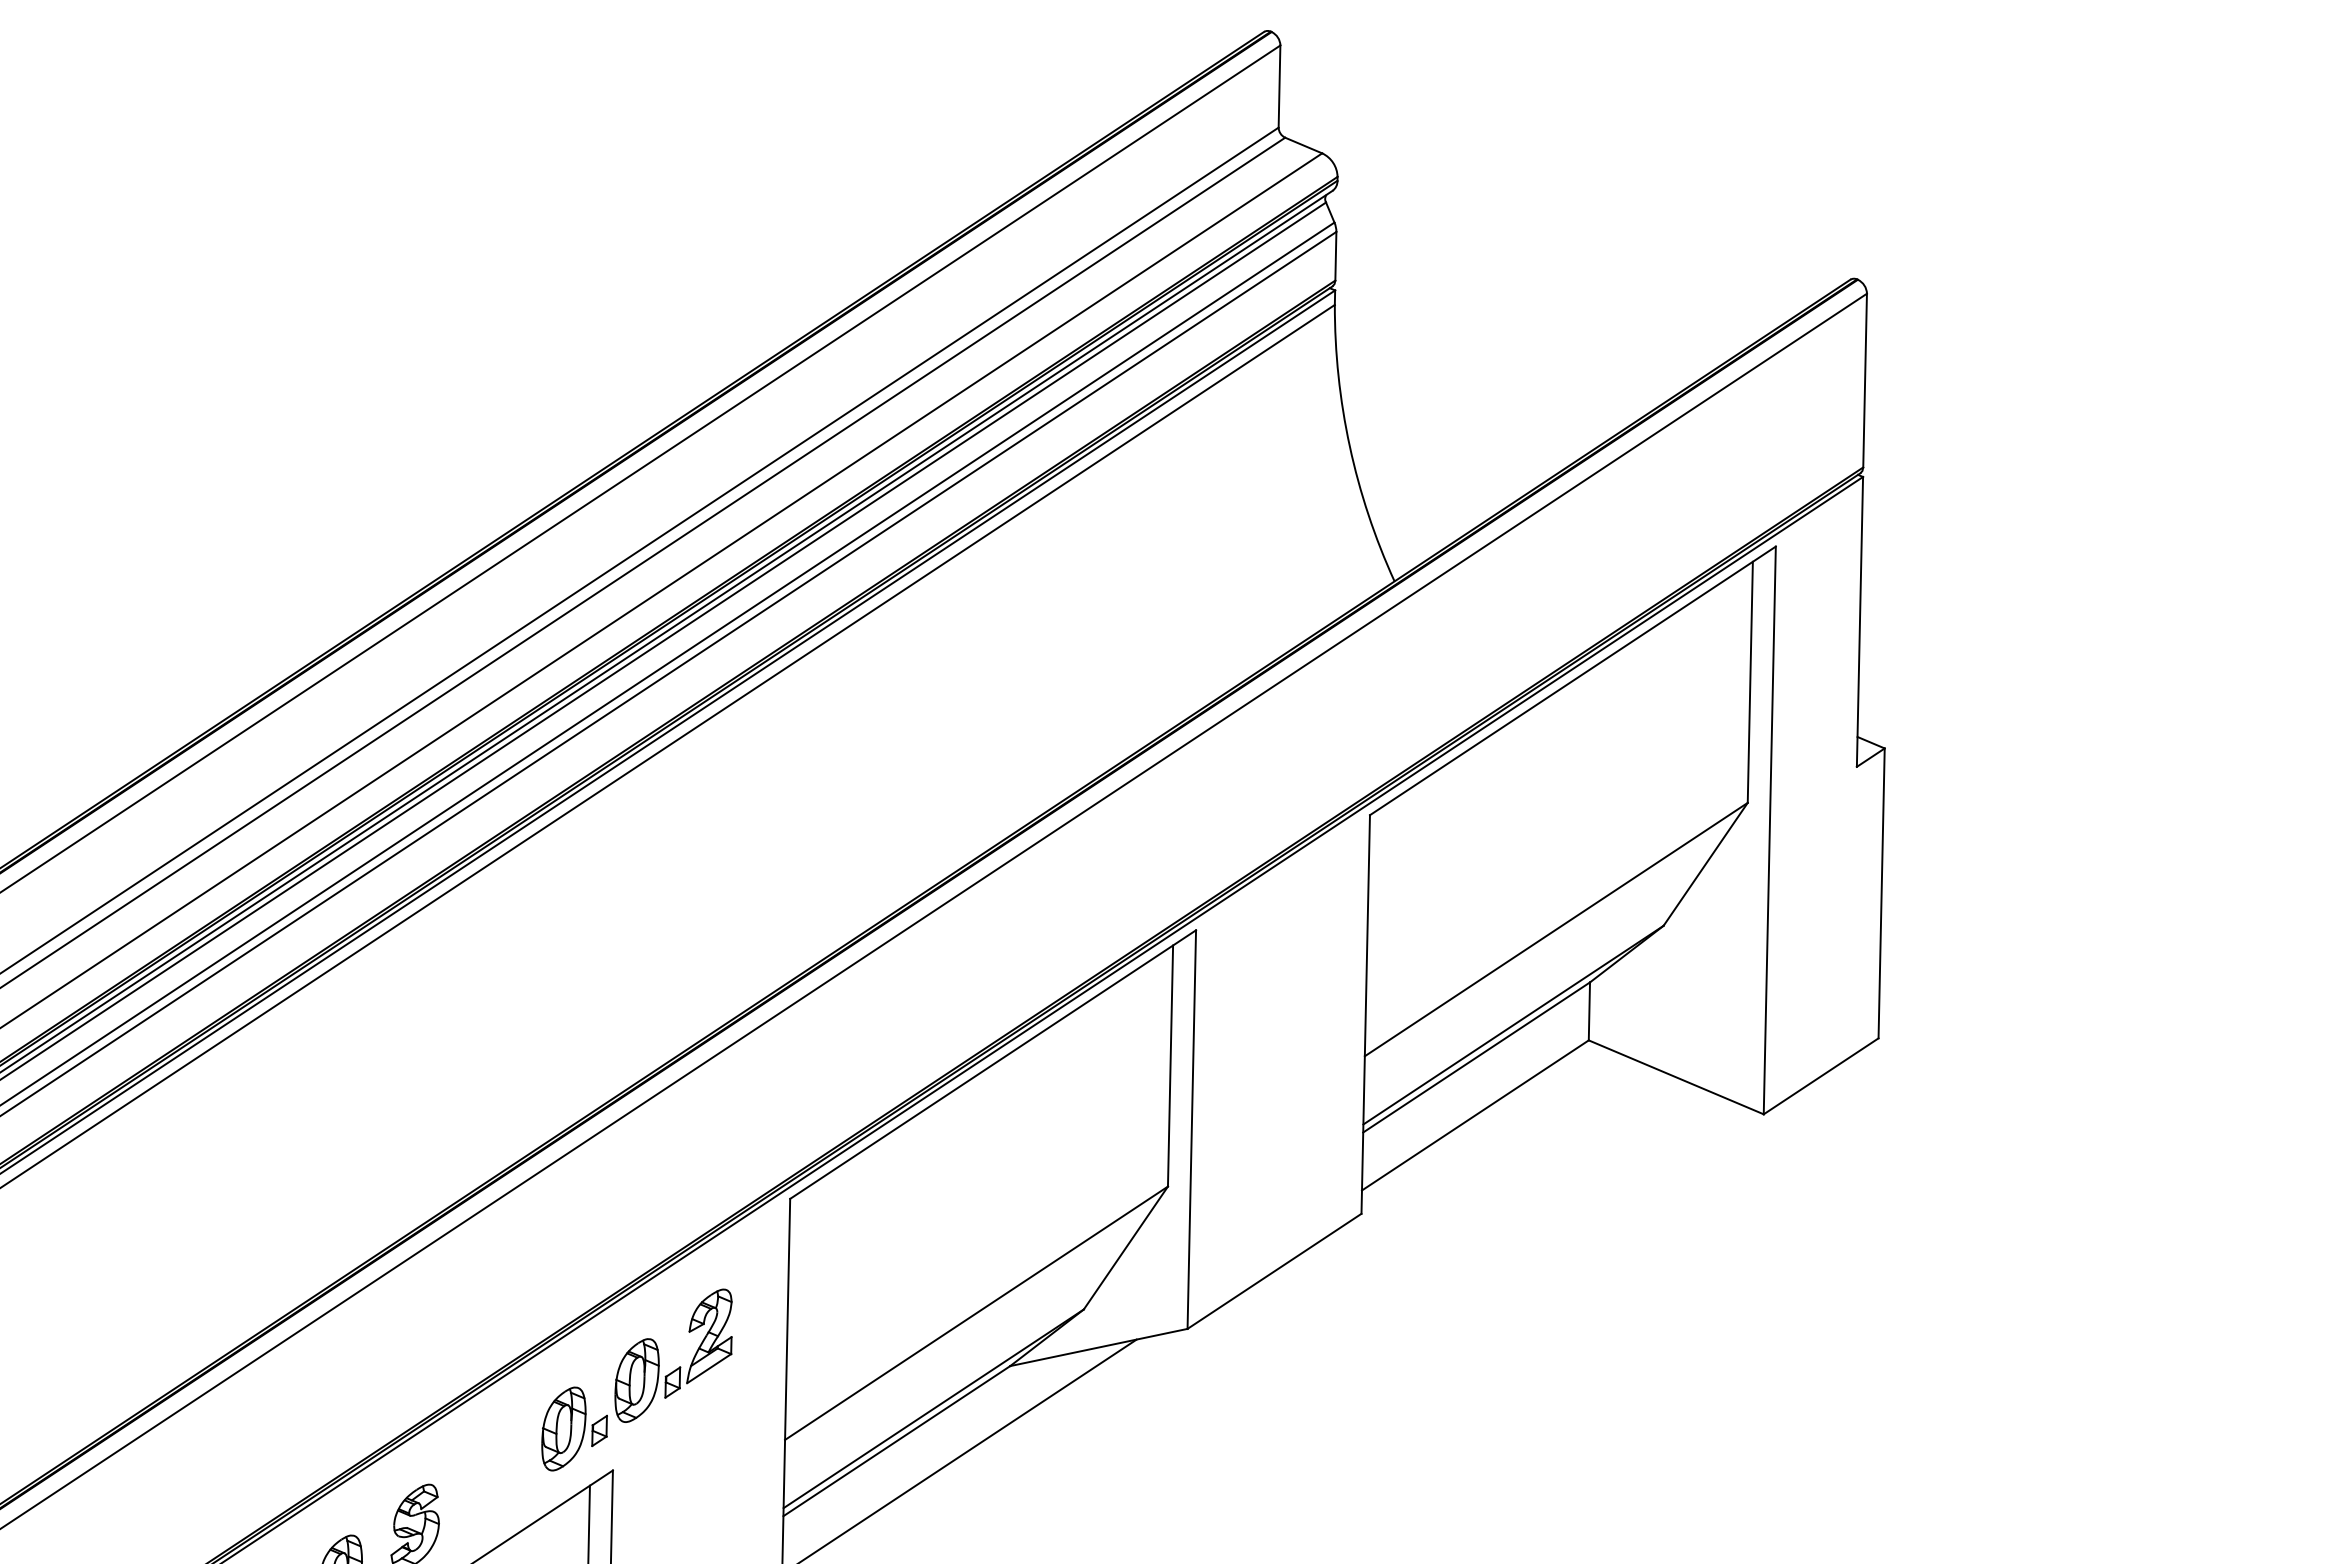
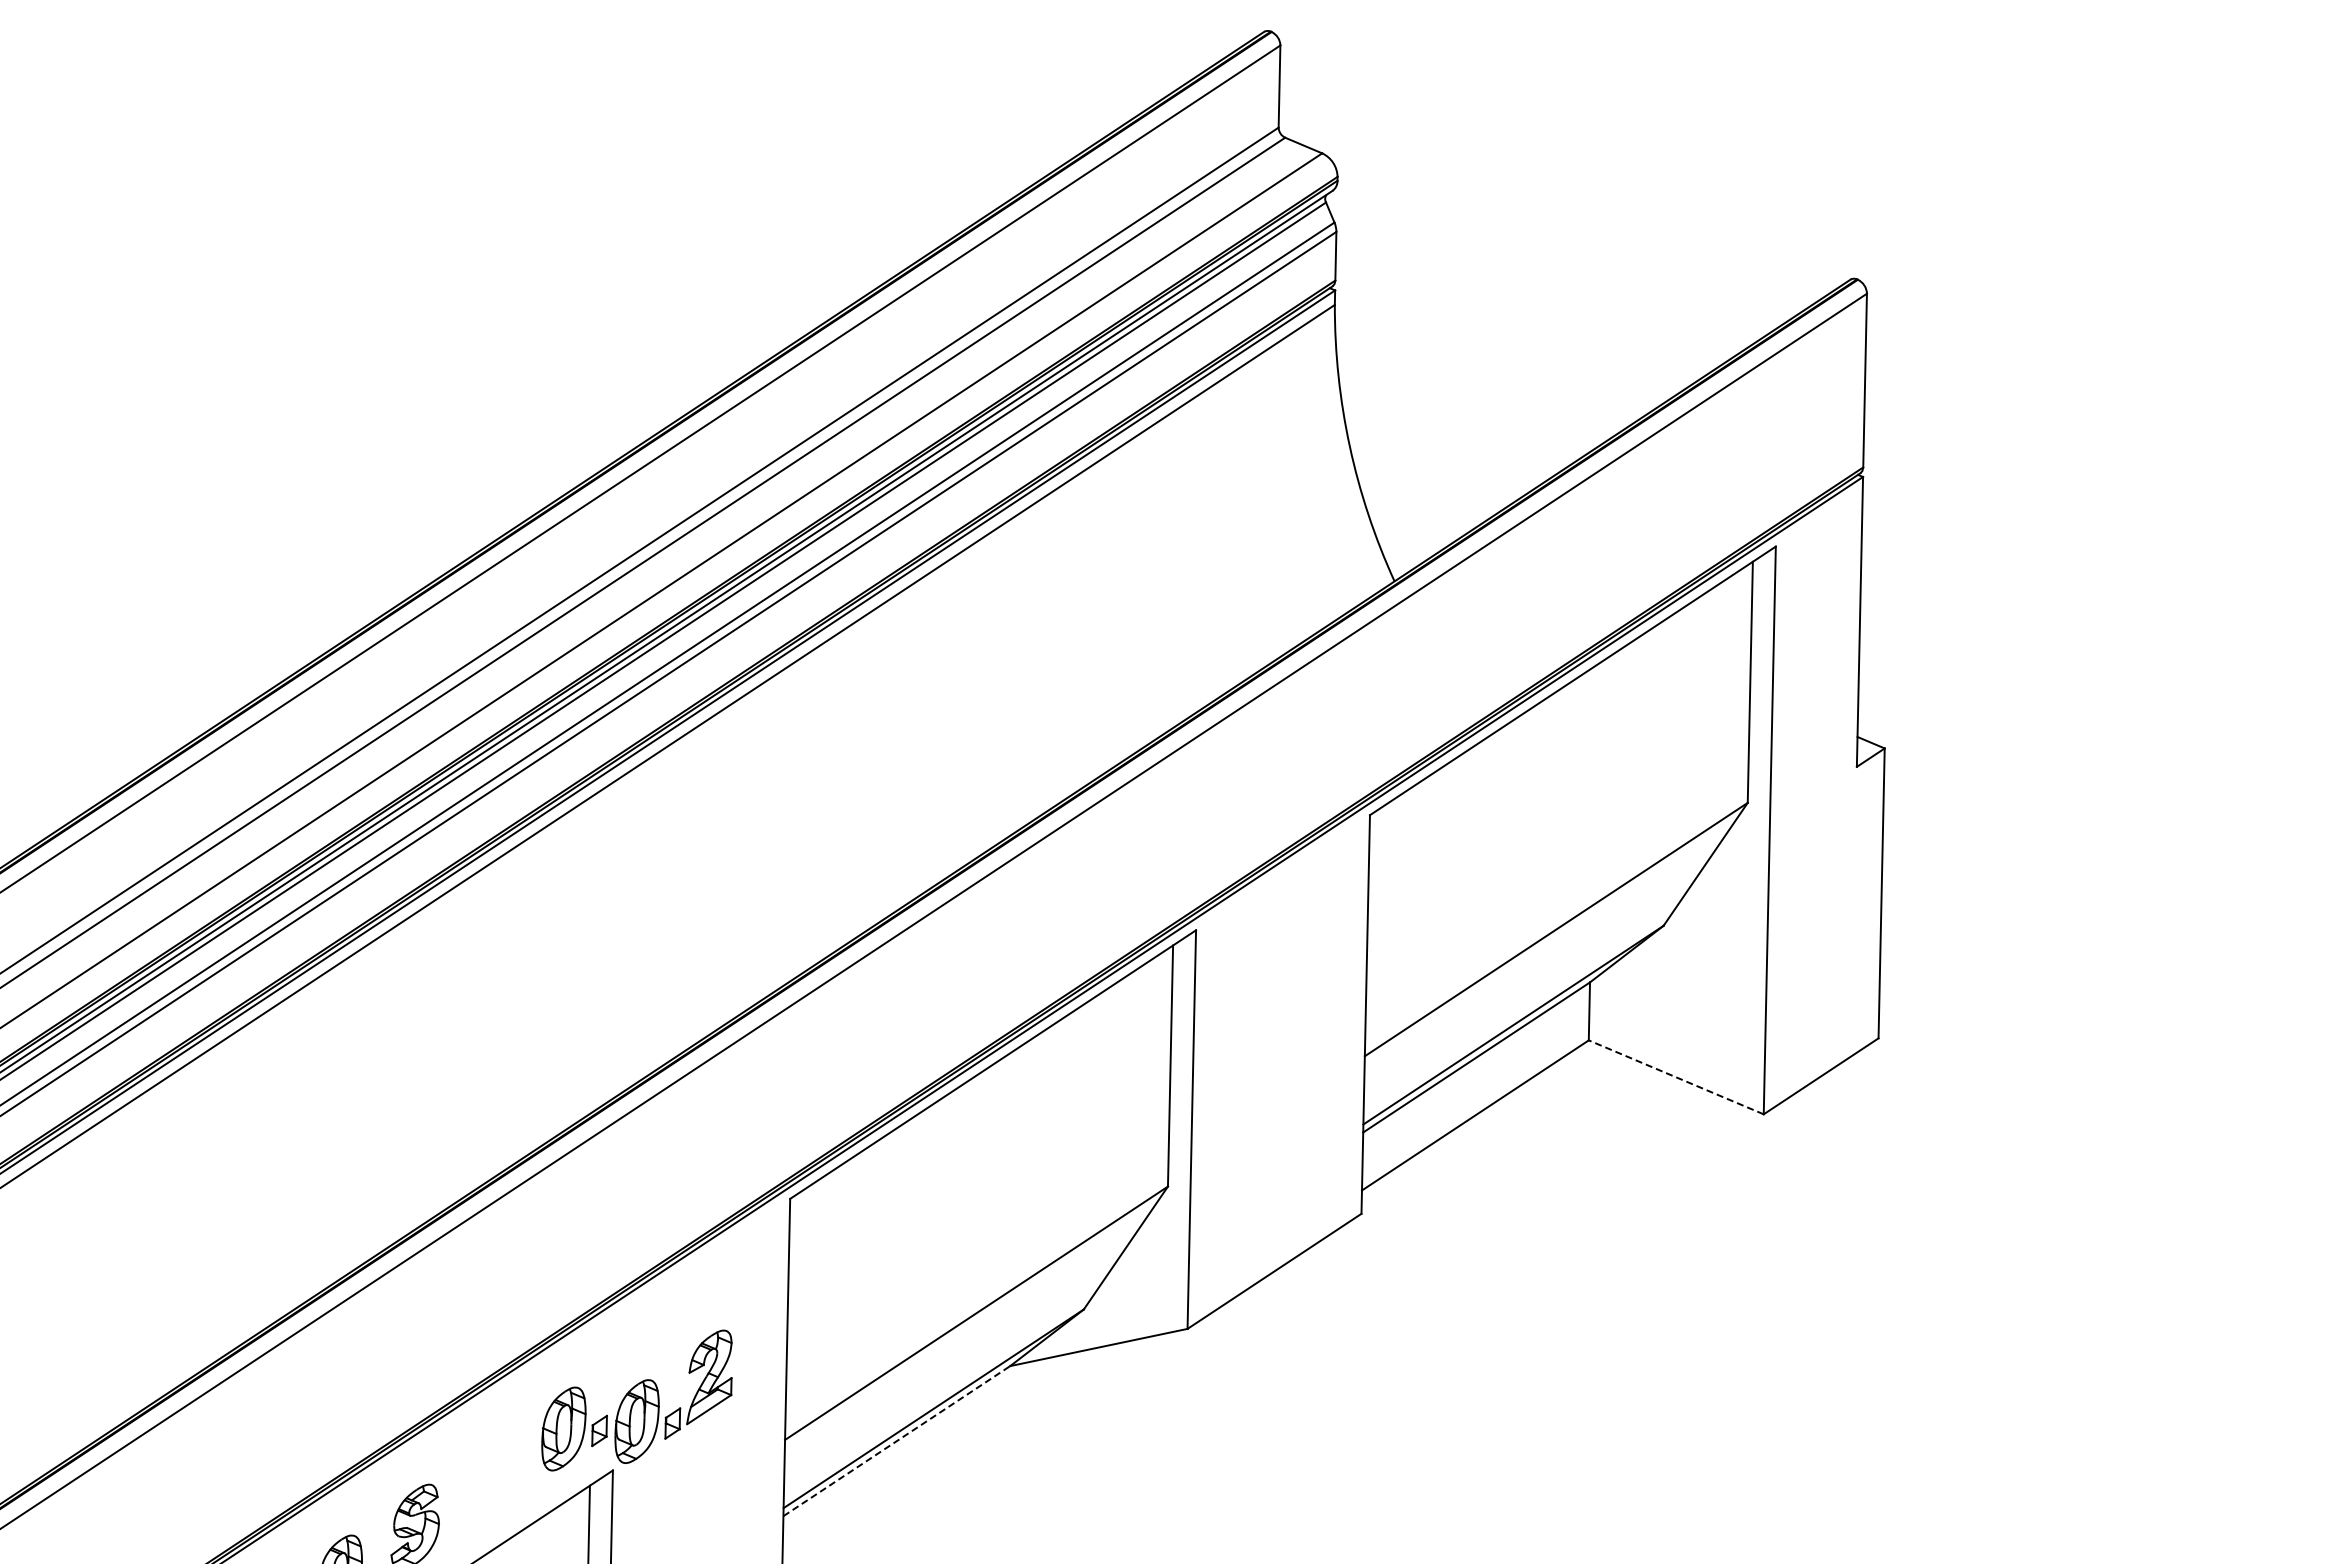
line at (1676, 1077): solid -> dashed
part at (679, 1366) position: (679, 1366) -> (679, 1407)
line at (896, 1441): solid -> dashed
line at (969, 1449): present -> none
